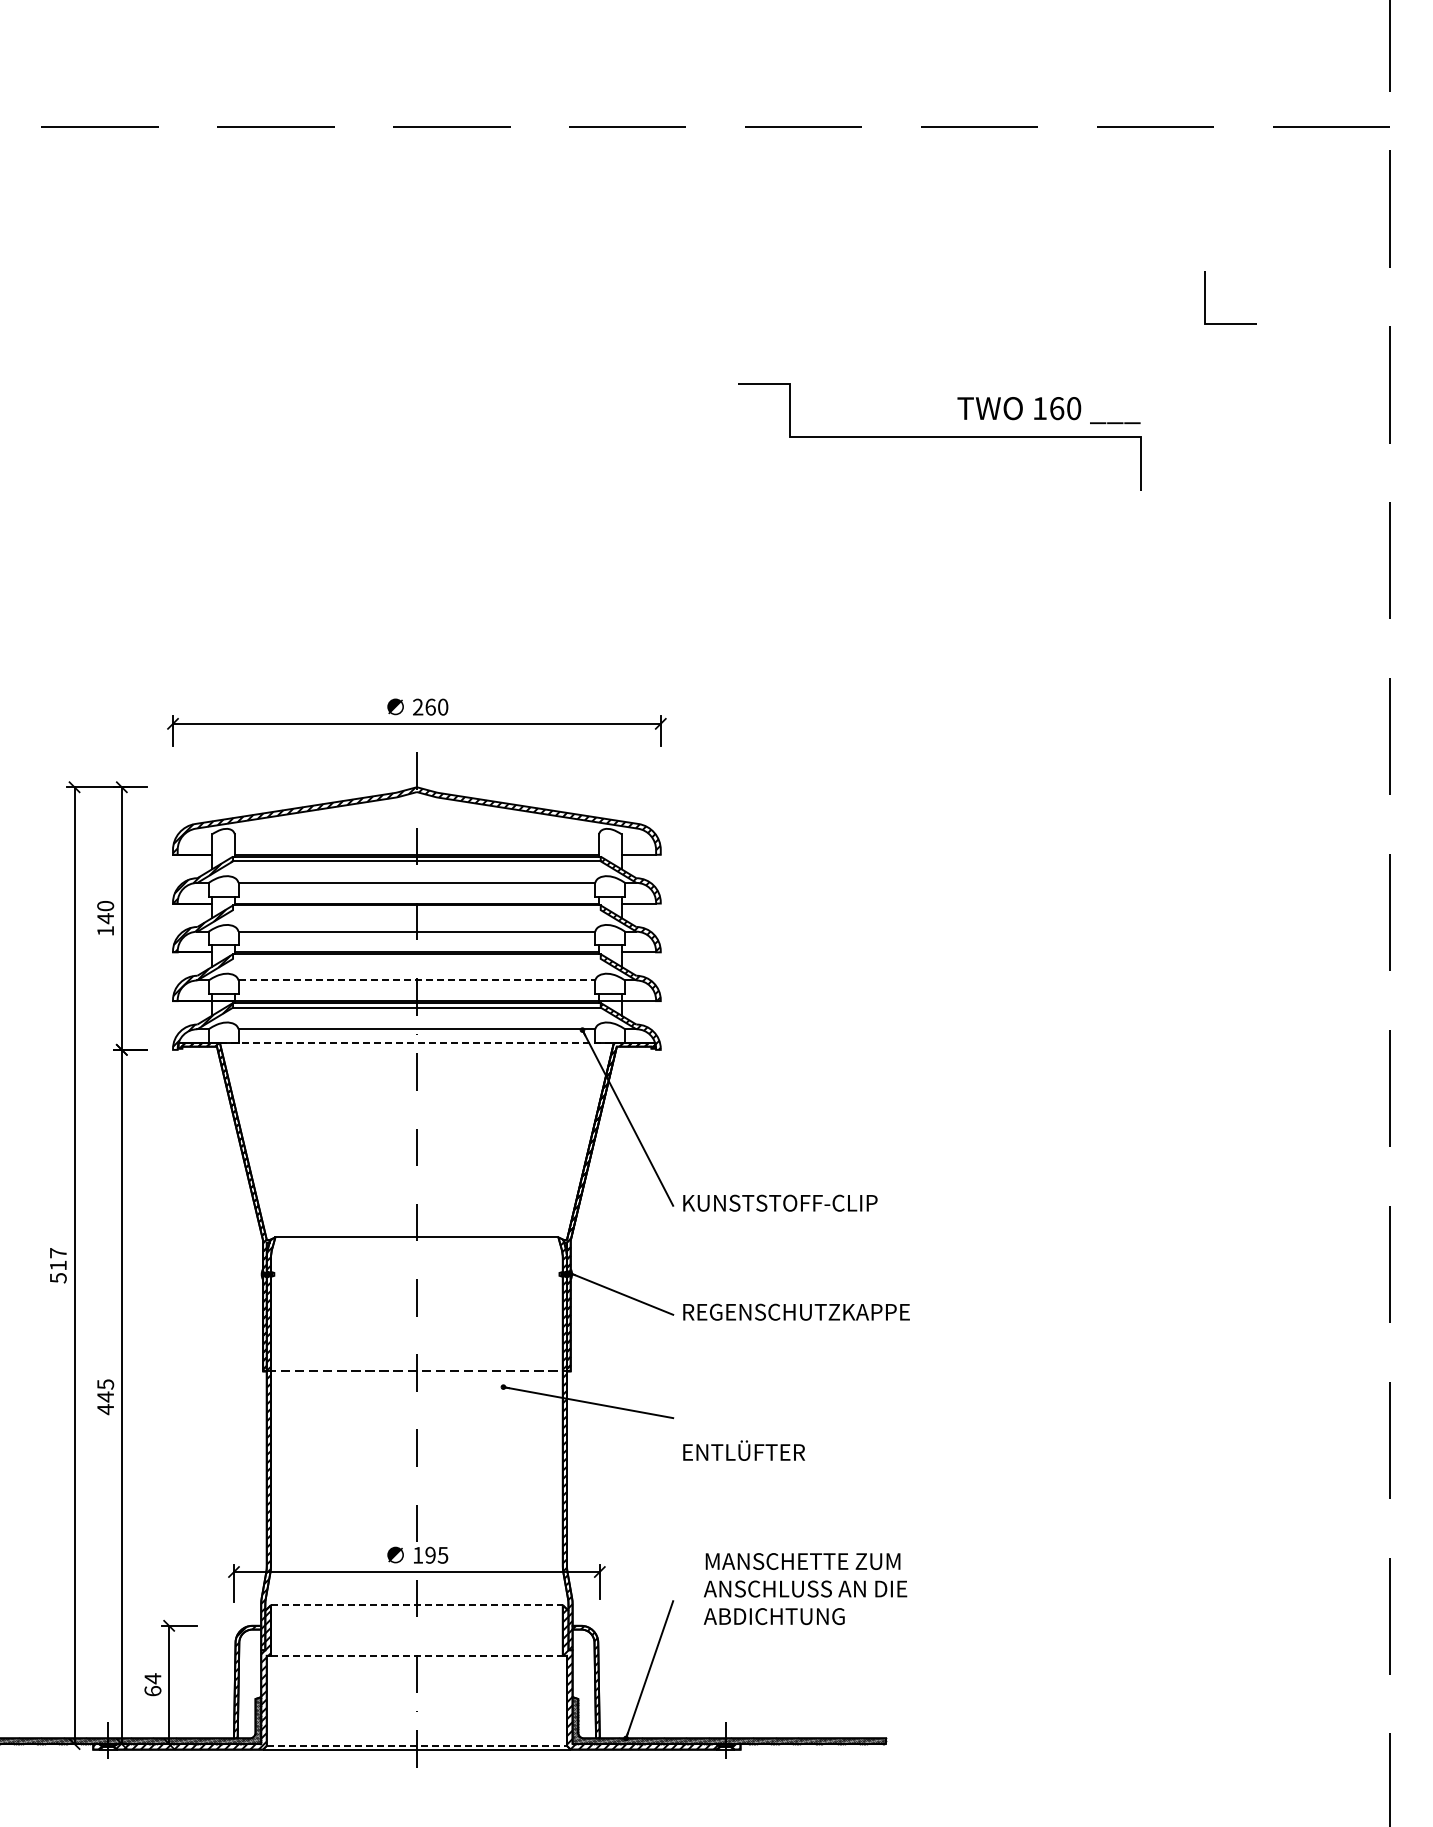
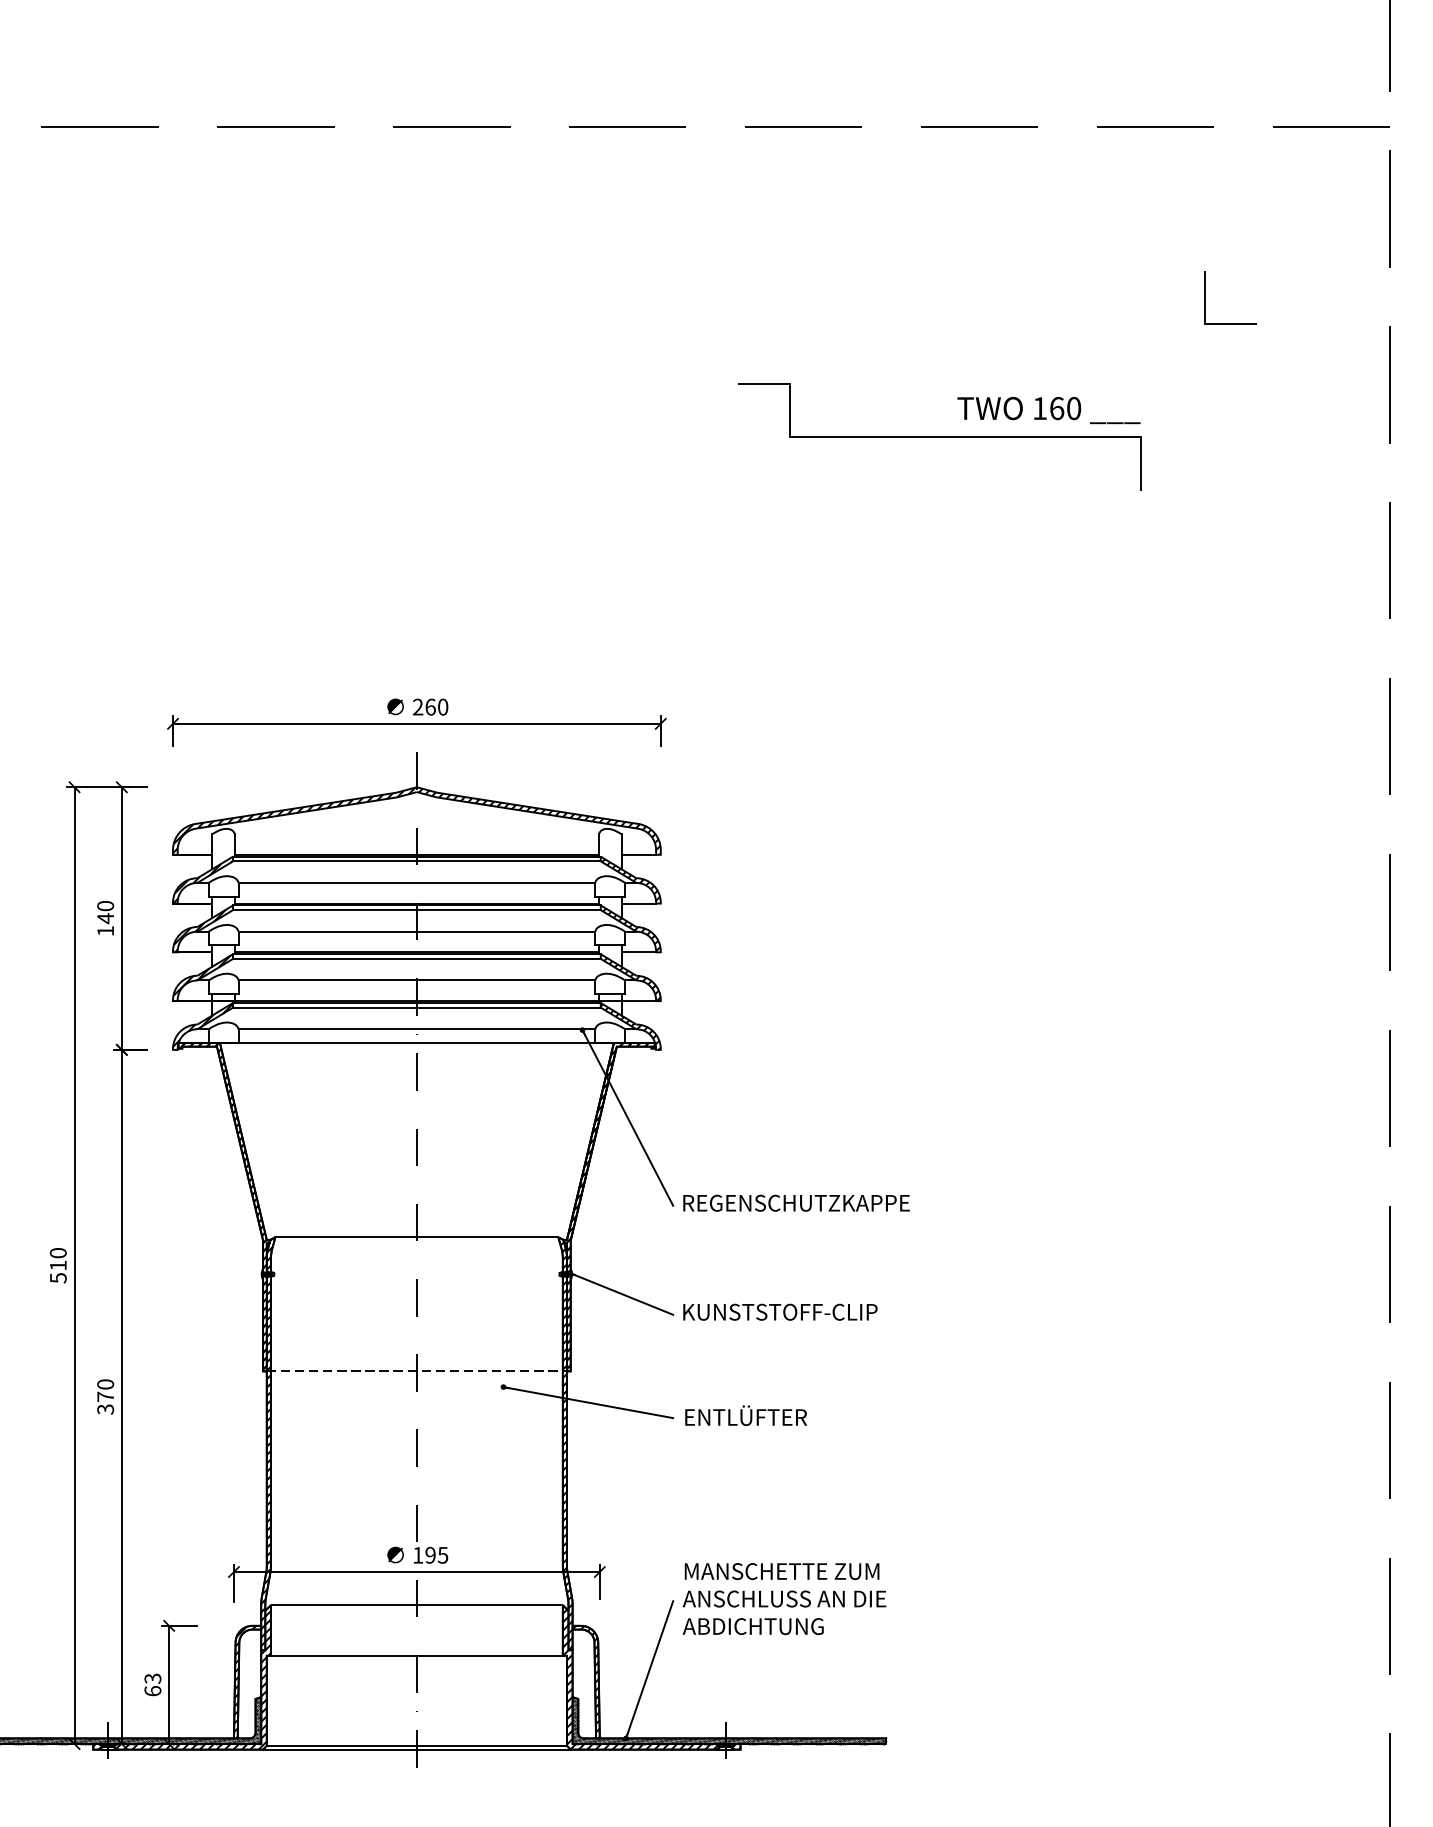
line at (416, 910): none -> present
line at (416, 958): none -> present
line at (417, 980): dashed -> solid
line at (416, 1042): dashed -> solid
text at (797, 1202): KUNSTSTOFF-CLIP -> REGENSCHUTZKAPPE
text at (57, 1253): 517 -> 510
text at (797, 1311): REGENSCHUTZKAPPE -> KUNSTSTOFF-CLIP
text at (105, 1397): 445 -> 370
text at (743, 1450) position: (743, 1450) -> (745, 1415)
text at (805, 1589) position: (805, 1589) -> (784, 1599)
line at (416, 1605): dashed -> solid
line at (416, 1655): dashed -> solid
text at (152, 1678): 64 -> 63
line at (417, 1745): dashed -> solid
